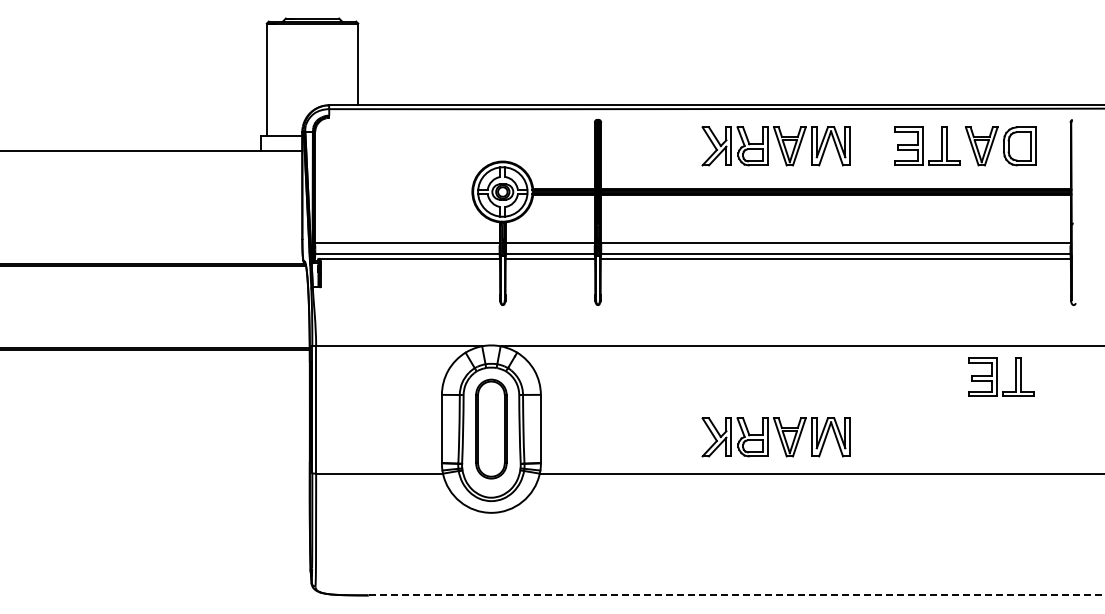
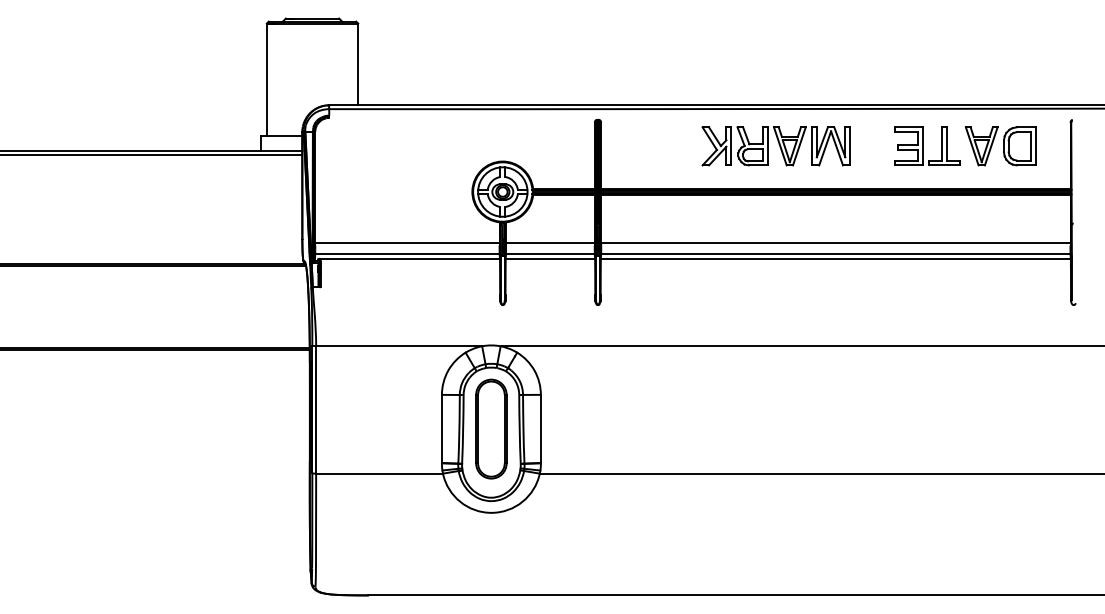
line at (152, 154): none -> present
part at (1001, 376): present -> none
part at (775, 437): present -> none
line at (736, 595): dashed -> solid
